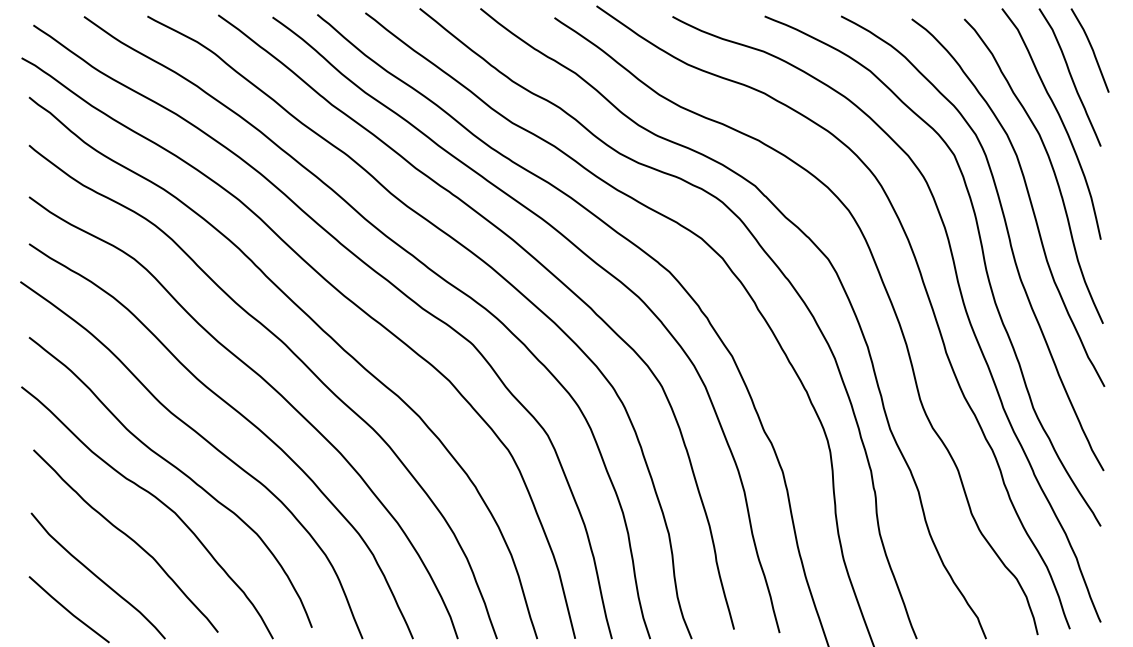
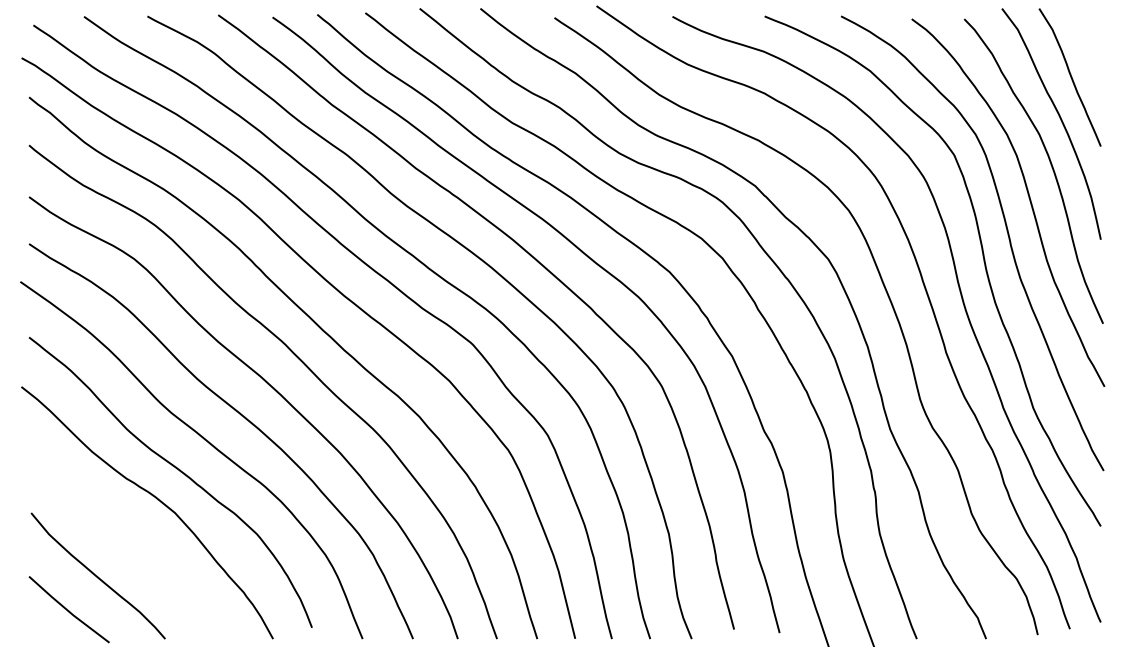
curve at (1091, 49): present -> none
curve at (127, 537): present -> none
